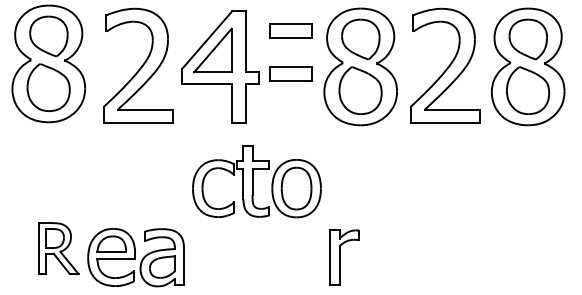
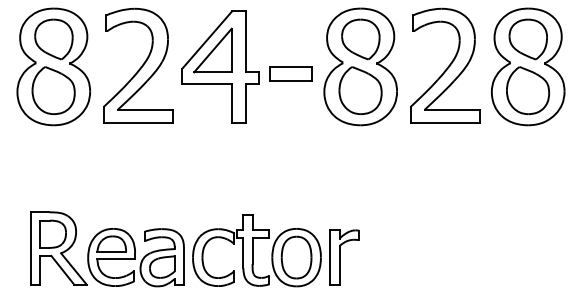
part at (290, 30): present -> none
part at (48, 63) position: (48, 63) -> (53, 66)
part at (256, 181) position: (256, 181) -> (256, 250)
part at (58, 248) size: 42x53 px -> 58x75 px
